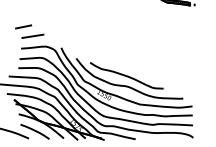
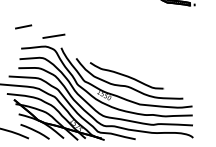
line at (32, 35) position: (32, 35) -> (53, 35)
